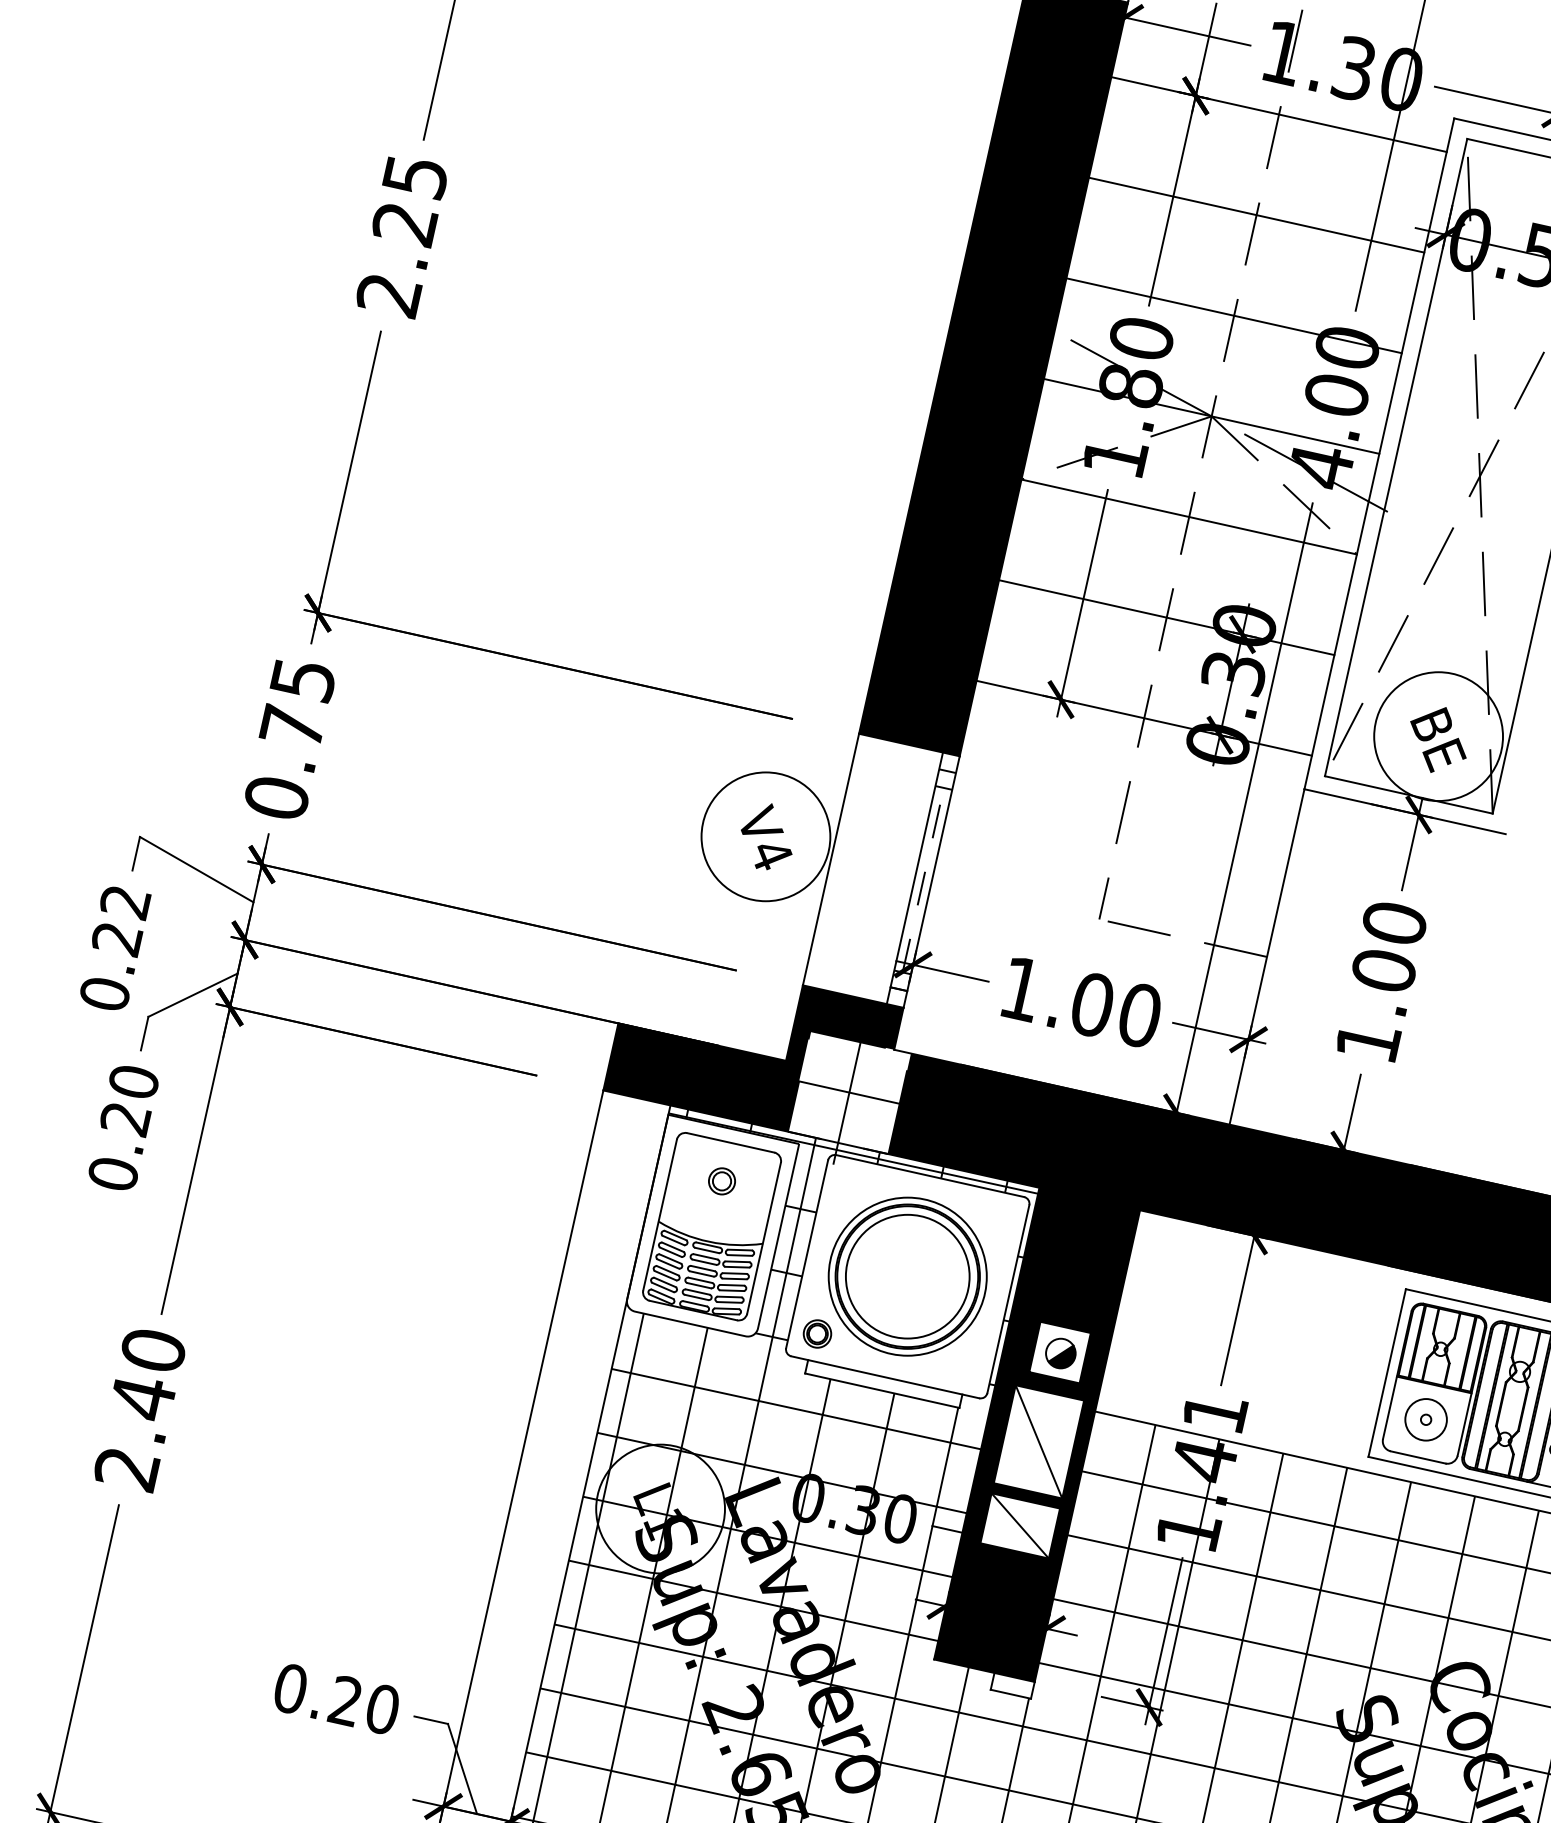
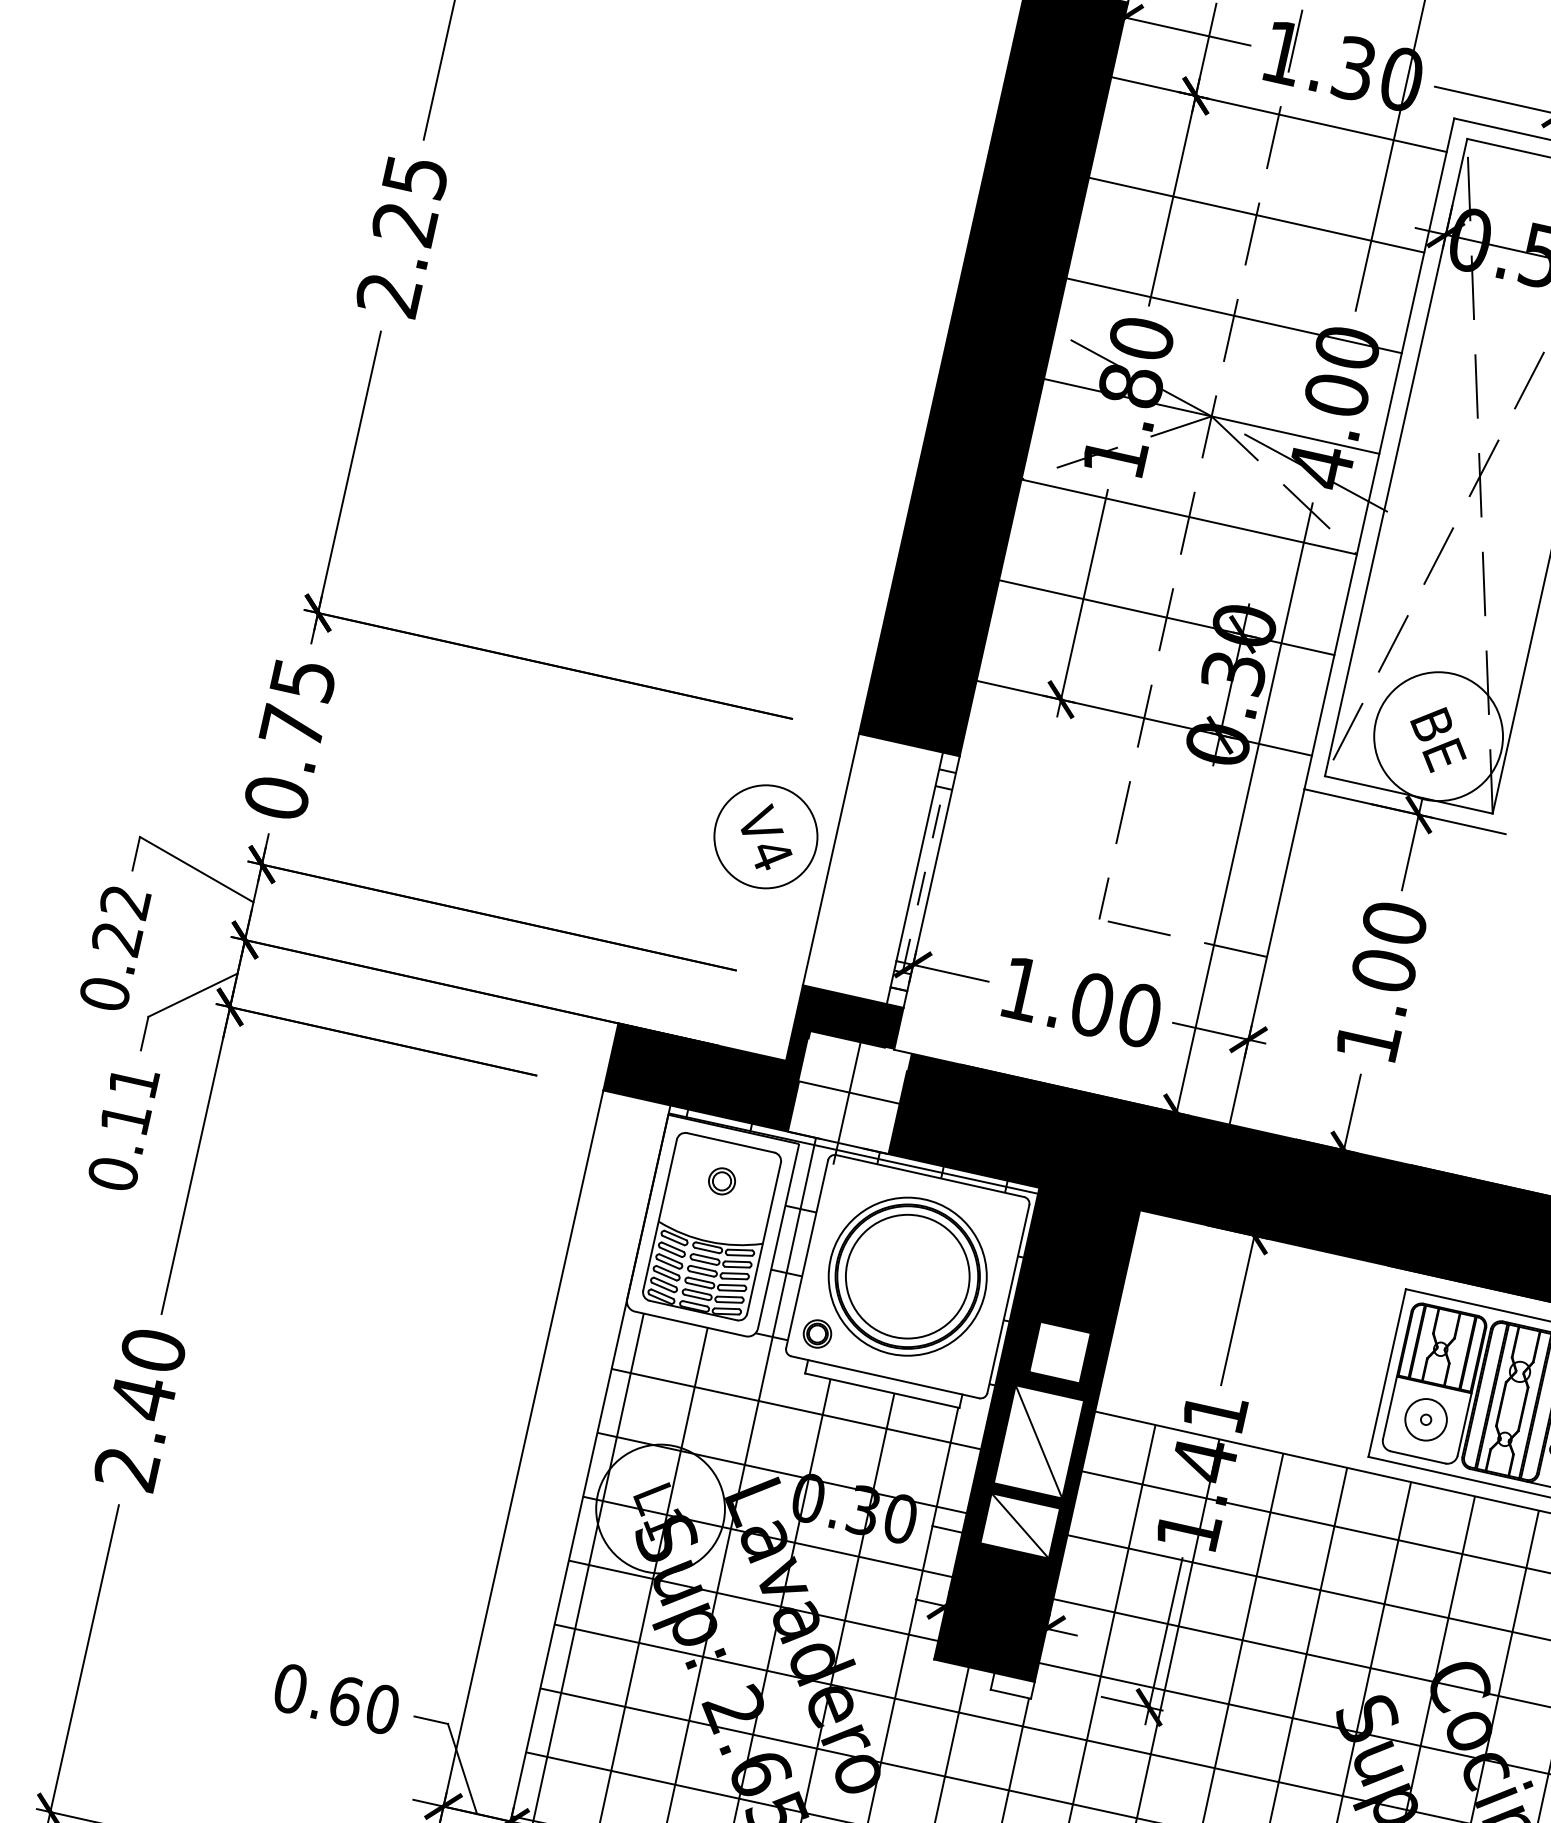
circle at (765, 836) diameter: 129 px -> 103 px
text at (130, 1102): 0.20 -> 0.11
part at (1060, 1353): present -> none
text at (344, 1701): 0.20 -> 0.60
